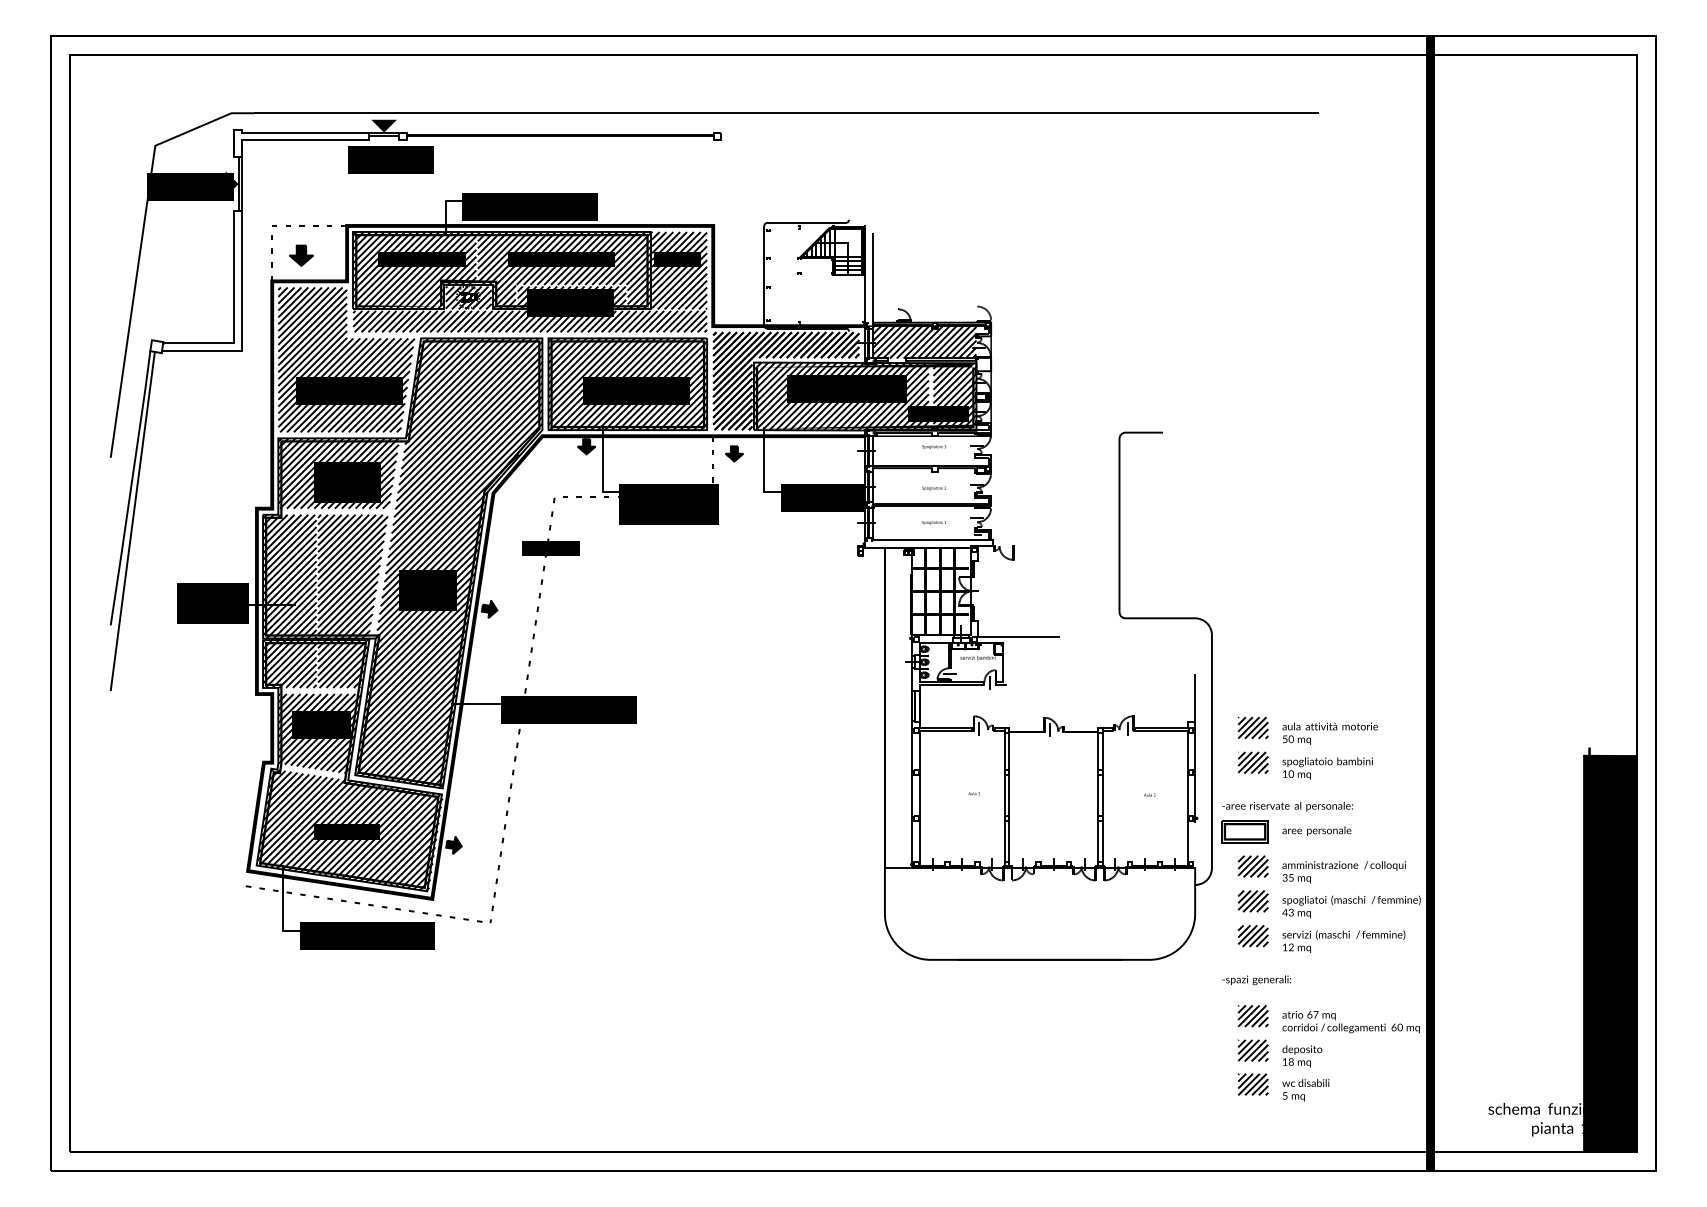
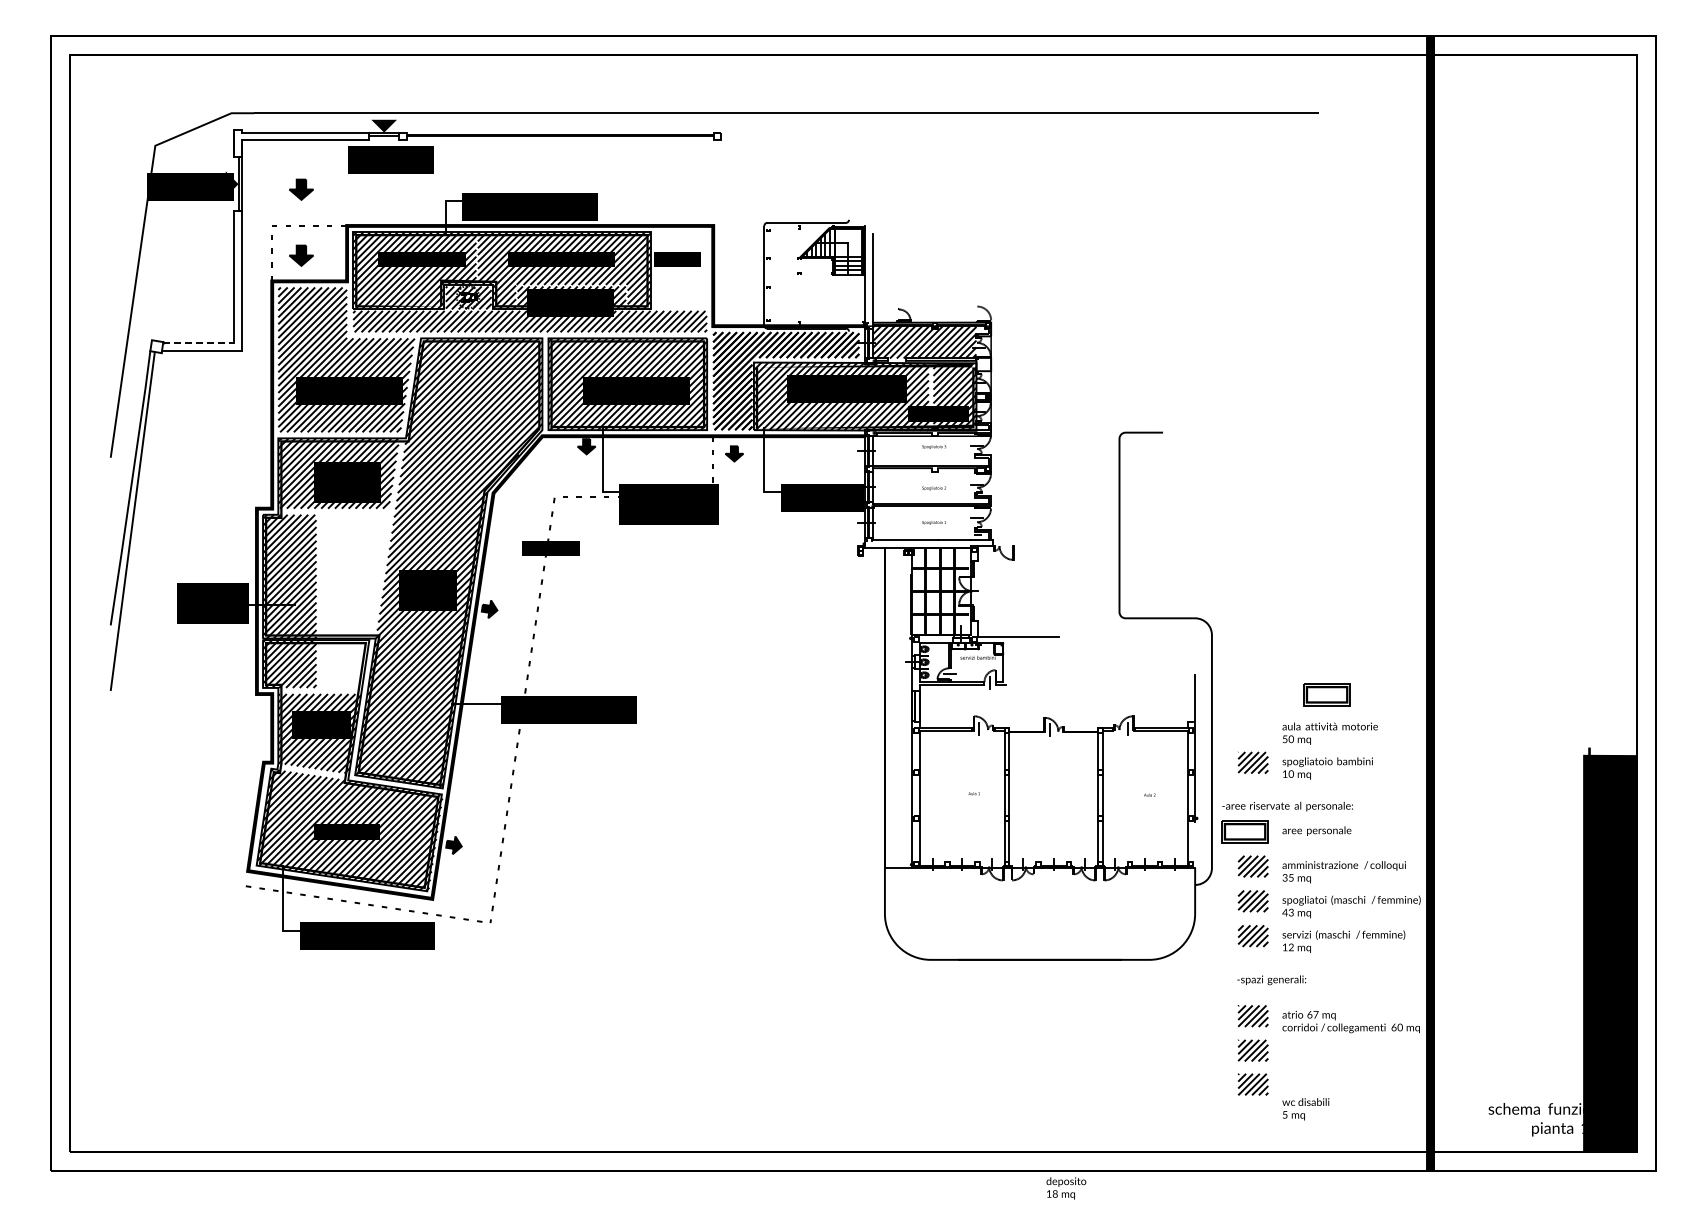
part at (301, 189): none -> present
hatch at (679, 270): present -> none
line at (199, 343): solid -> dashed
hatch at (353, 600): present -> none
part at (1326, 694): none -> present
part at (1252, 727): present -> none
text at (1256, 980) position: (1256, 980) -> (1271, 980)
text at (1302, 1056) position: (1302, 1056) -> (1066, 1188)
text at (1305, 1090) position: (1305, 1090) -> (1305, 1109)
